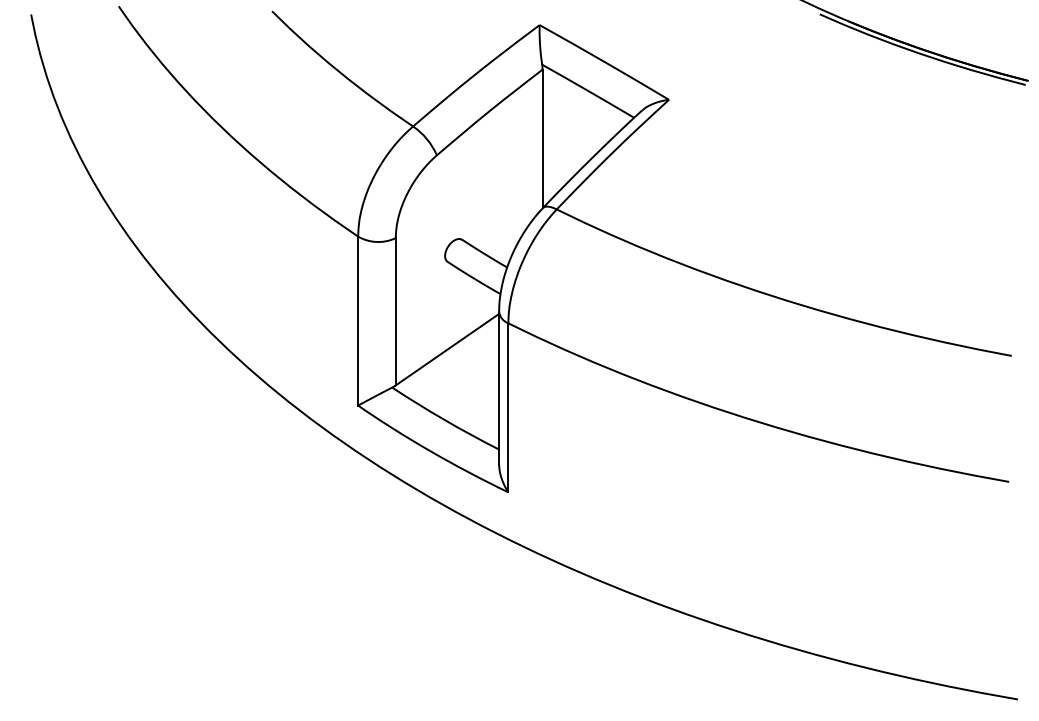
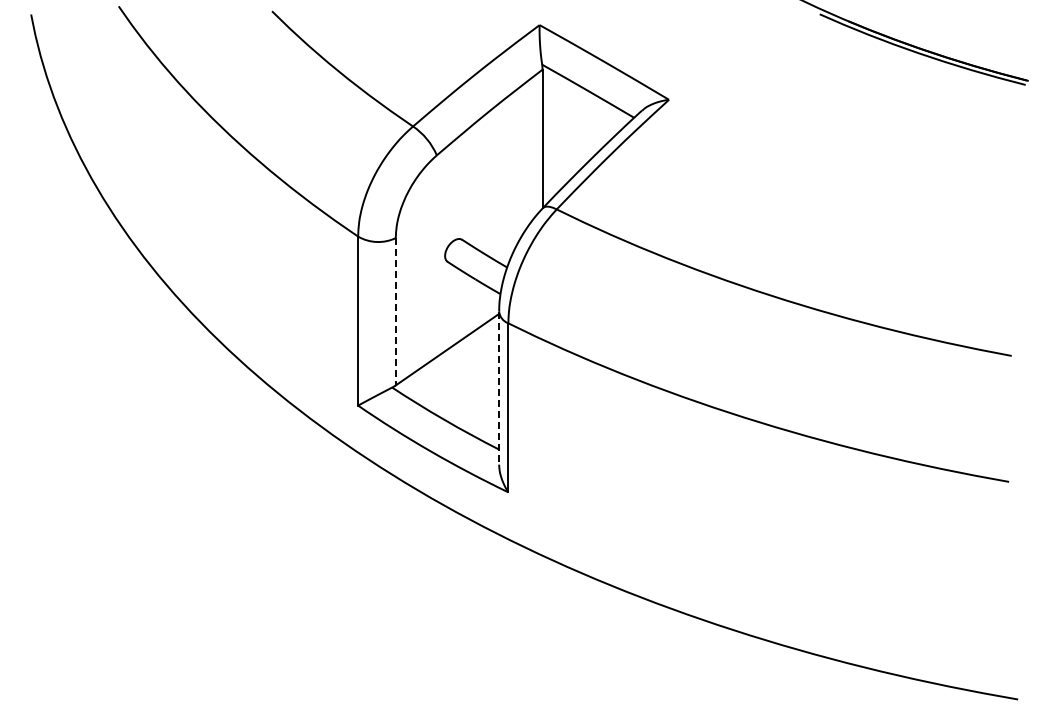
line at (395, 311): solid -> dashed
line at (499, 388): solid -> dashed
